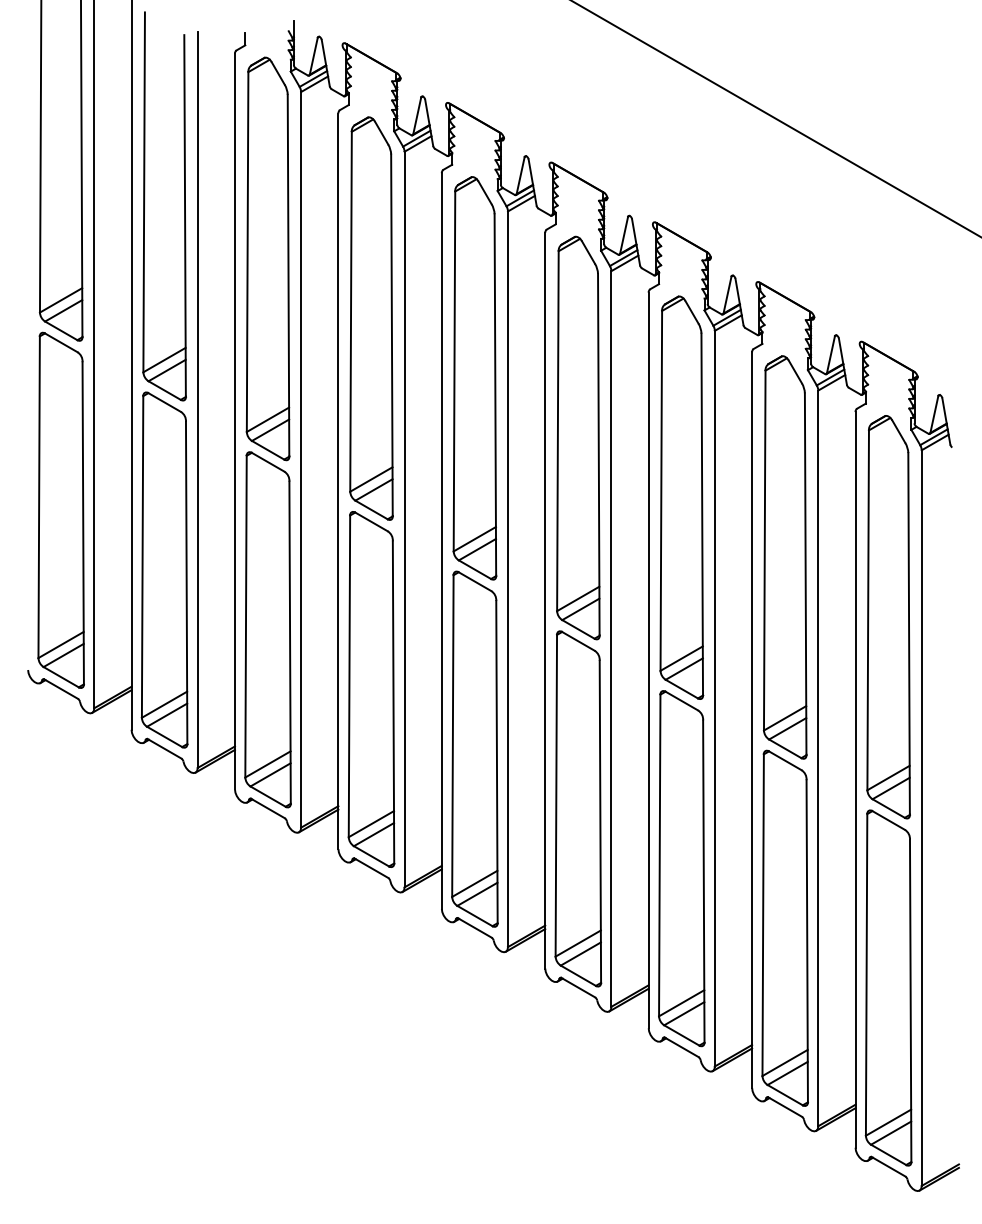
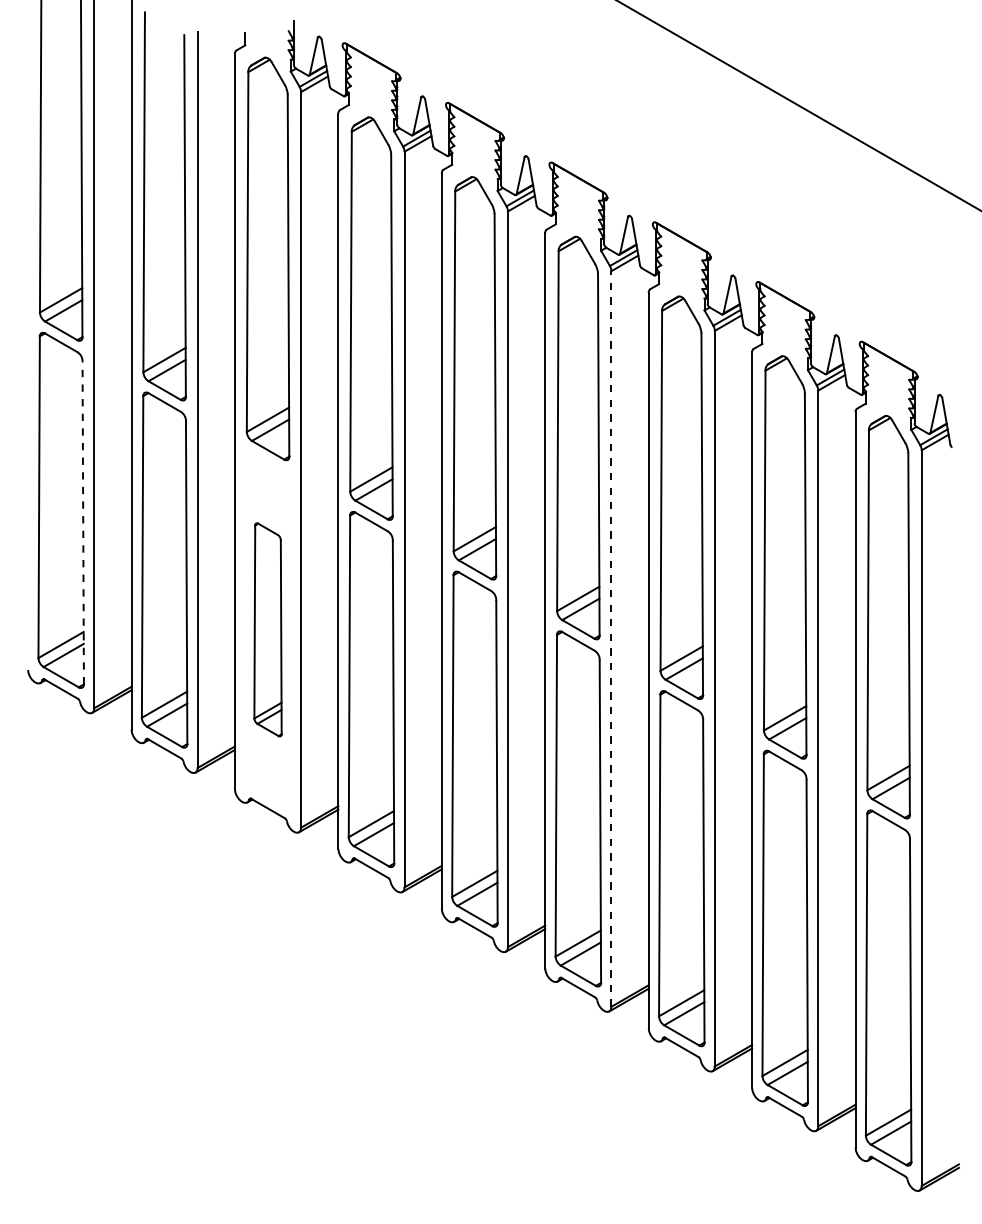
line at (776, 118) position: (776, 118) -> (799, 105)
line at (83, 522): solid -> dashed
part at (267, 629) size: 48x358 px -> 30x216 px
line at (611, 638): solid -> dashed
